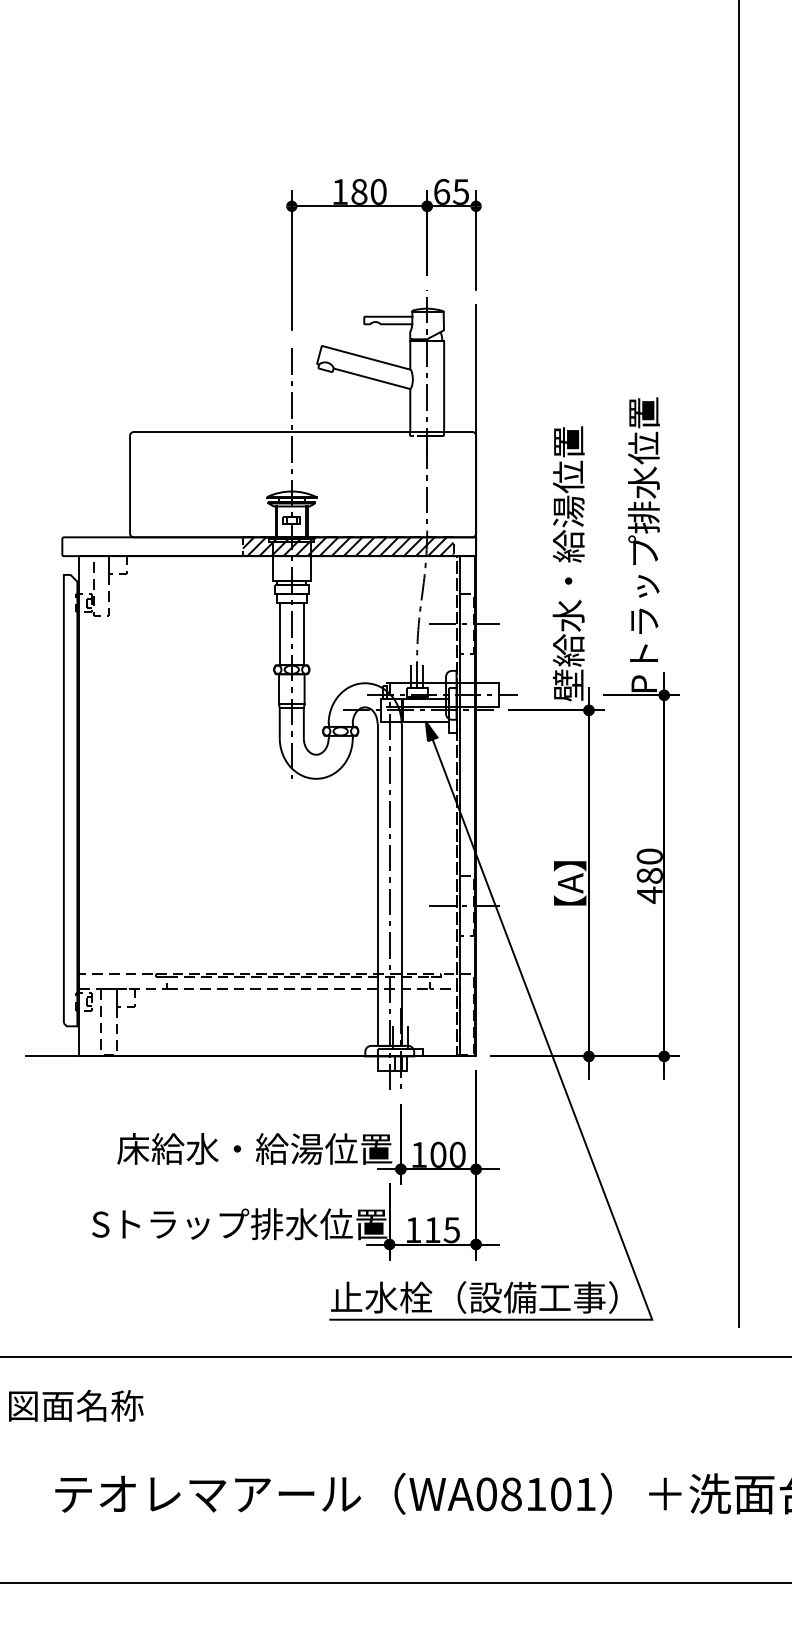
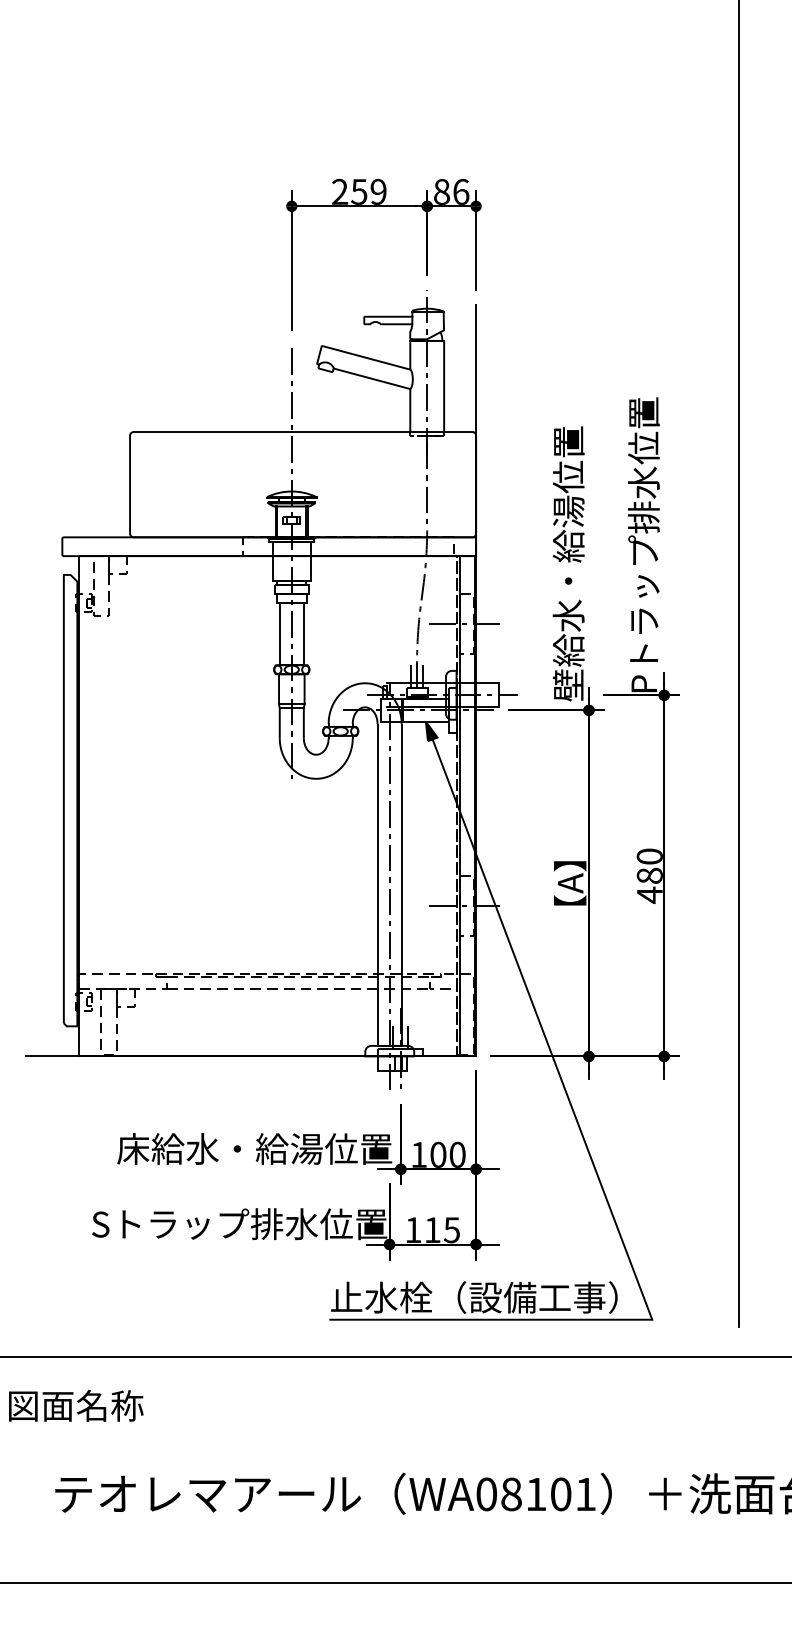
text at (359, 191): 180 -> 259
text at (451, 191): 65 -> 86
hatch at (347, 546): present -> none
